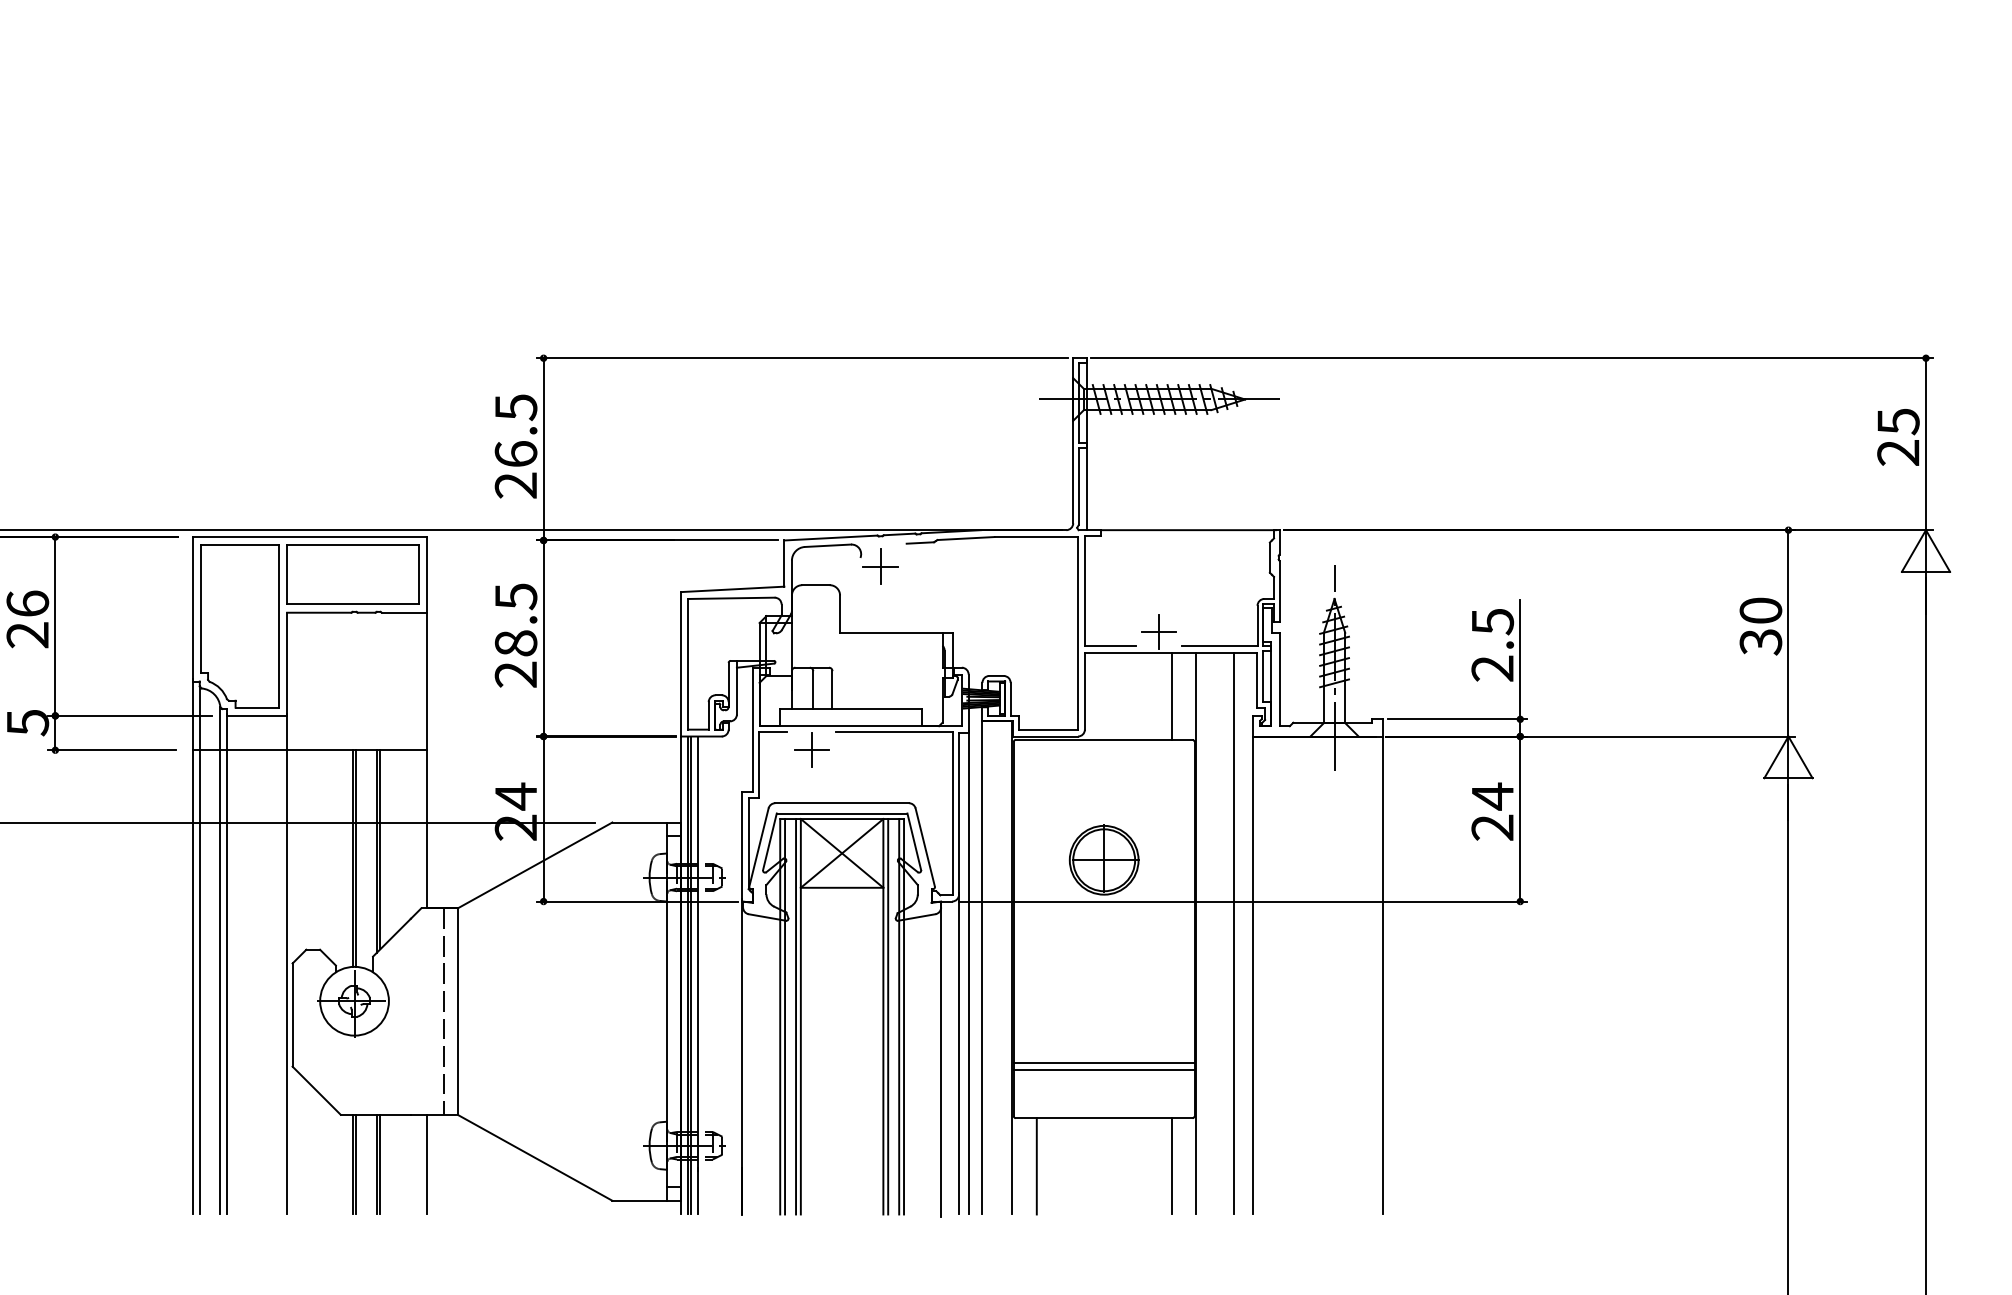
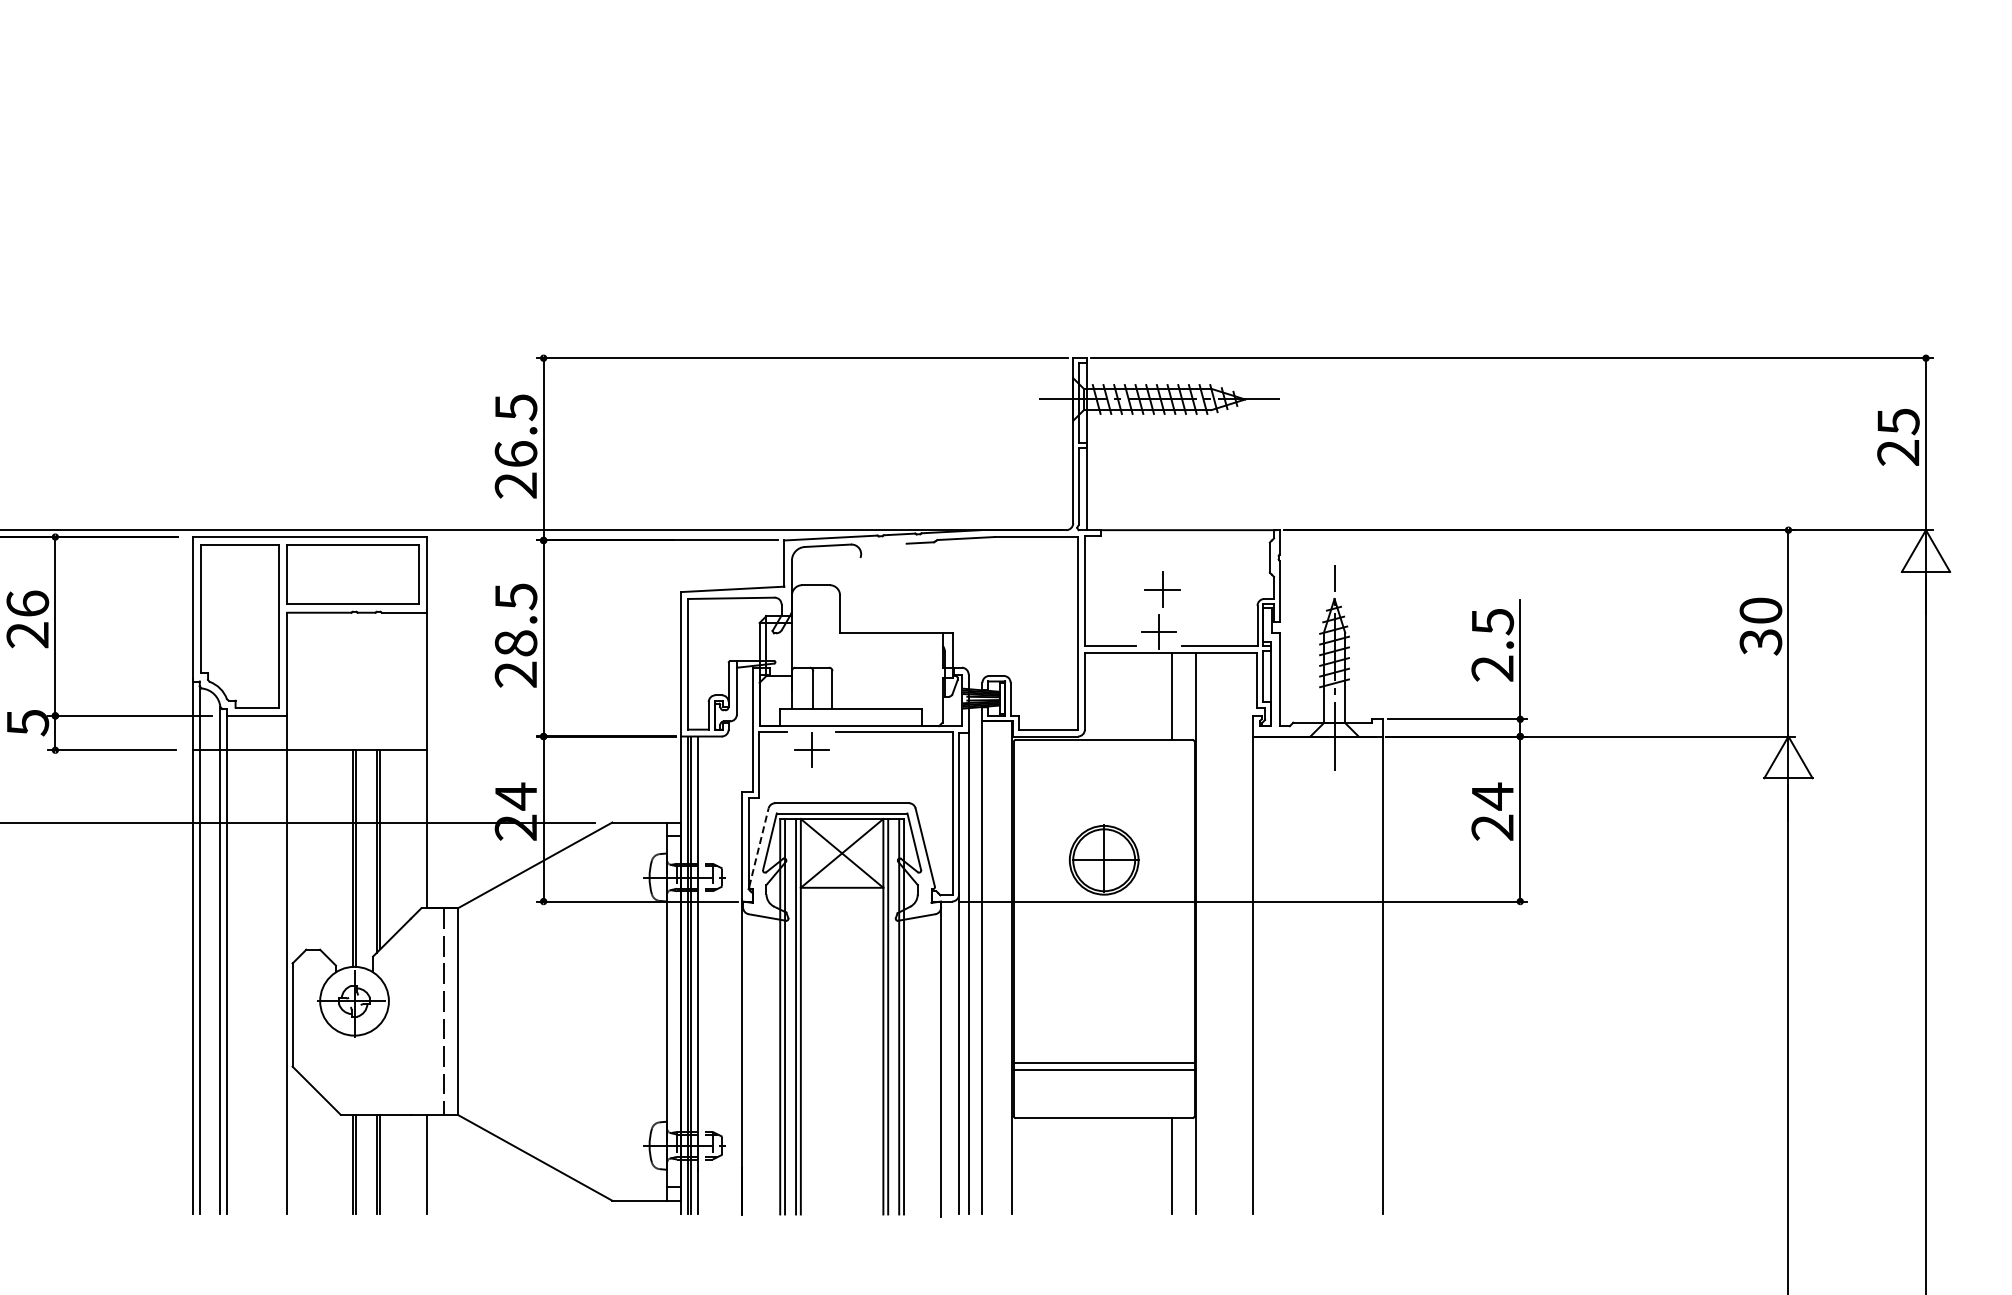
part at (880, 566) position: (880, 566) -> (1162, 589)
line at (759, 847): solid -> dashed
line at (1234, 933): present -> none
line at (1036, 1166): present -> none
